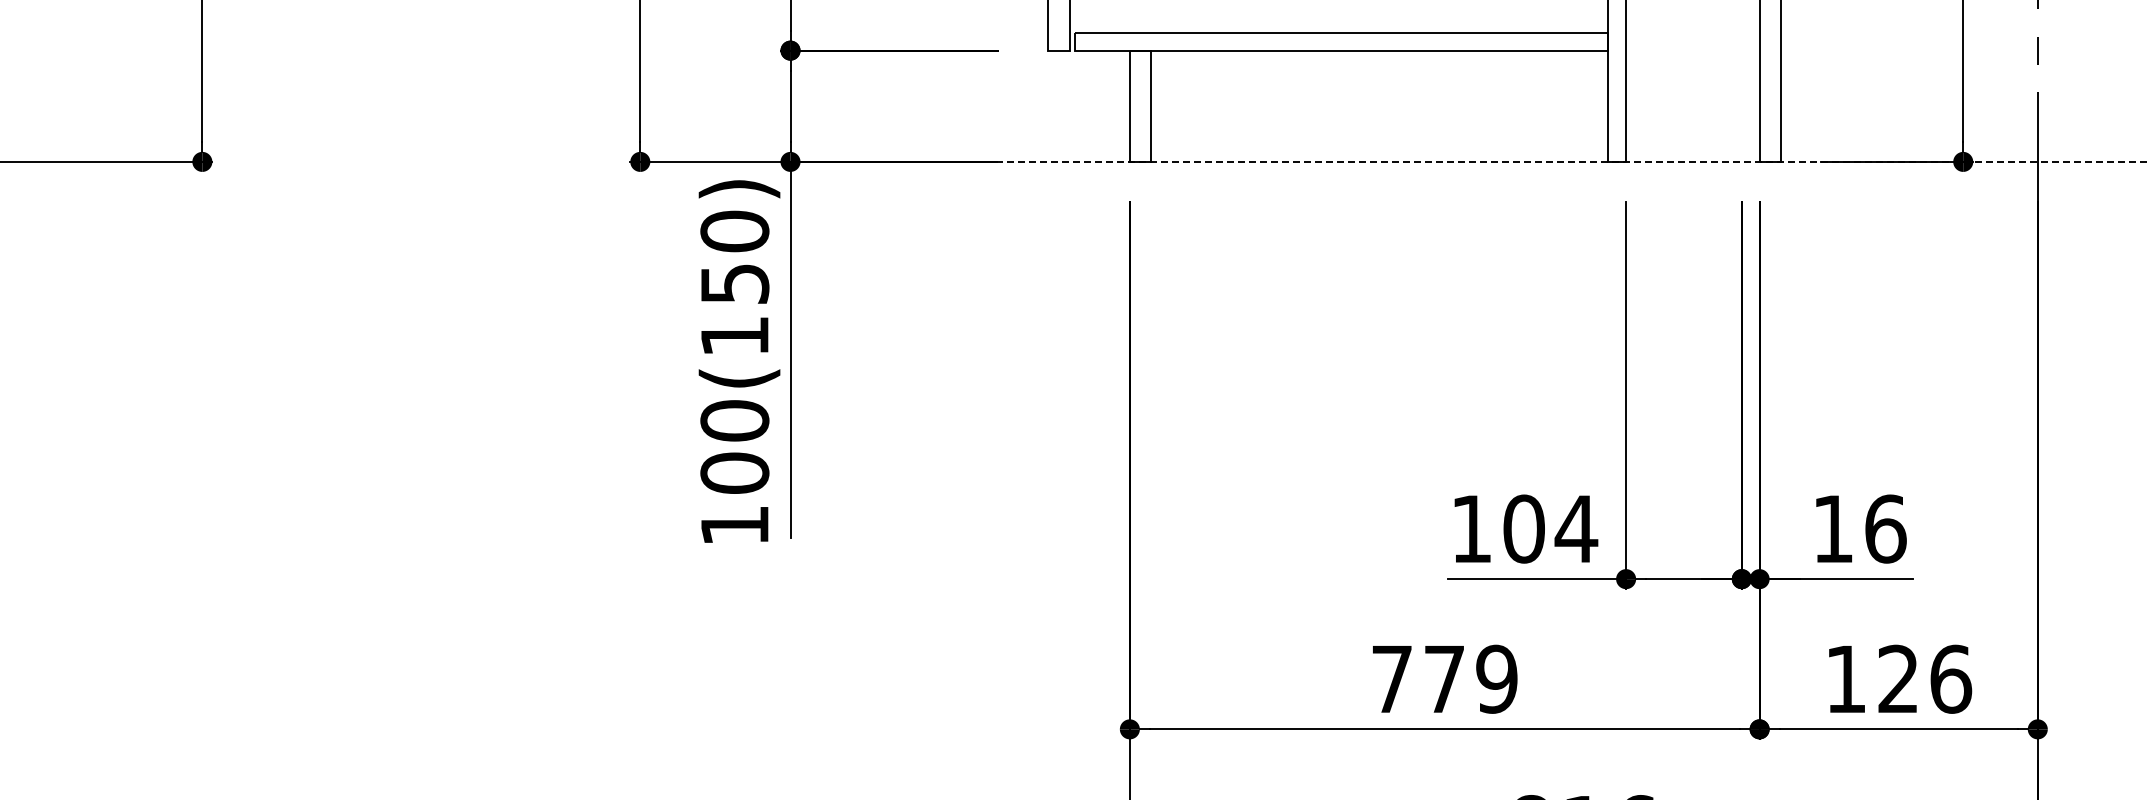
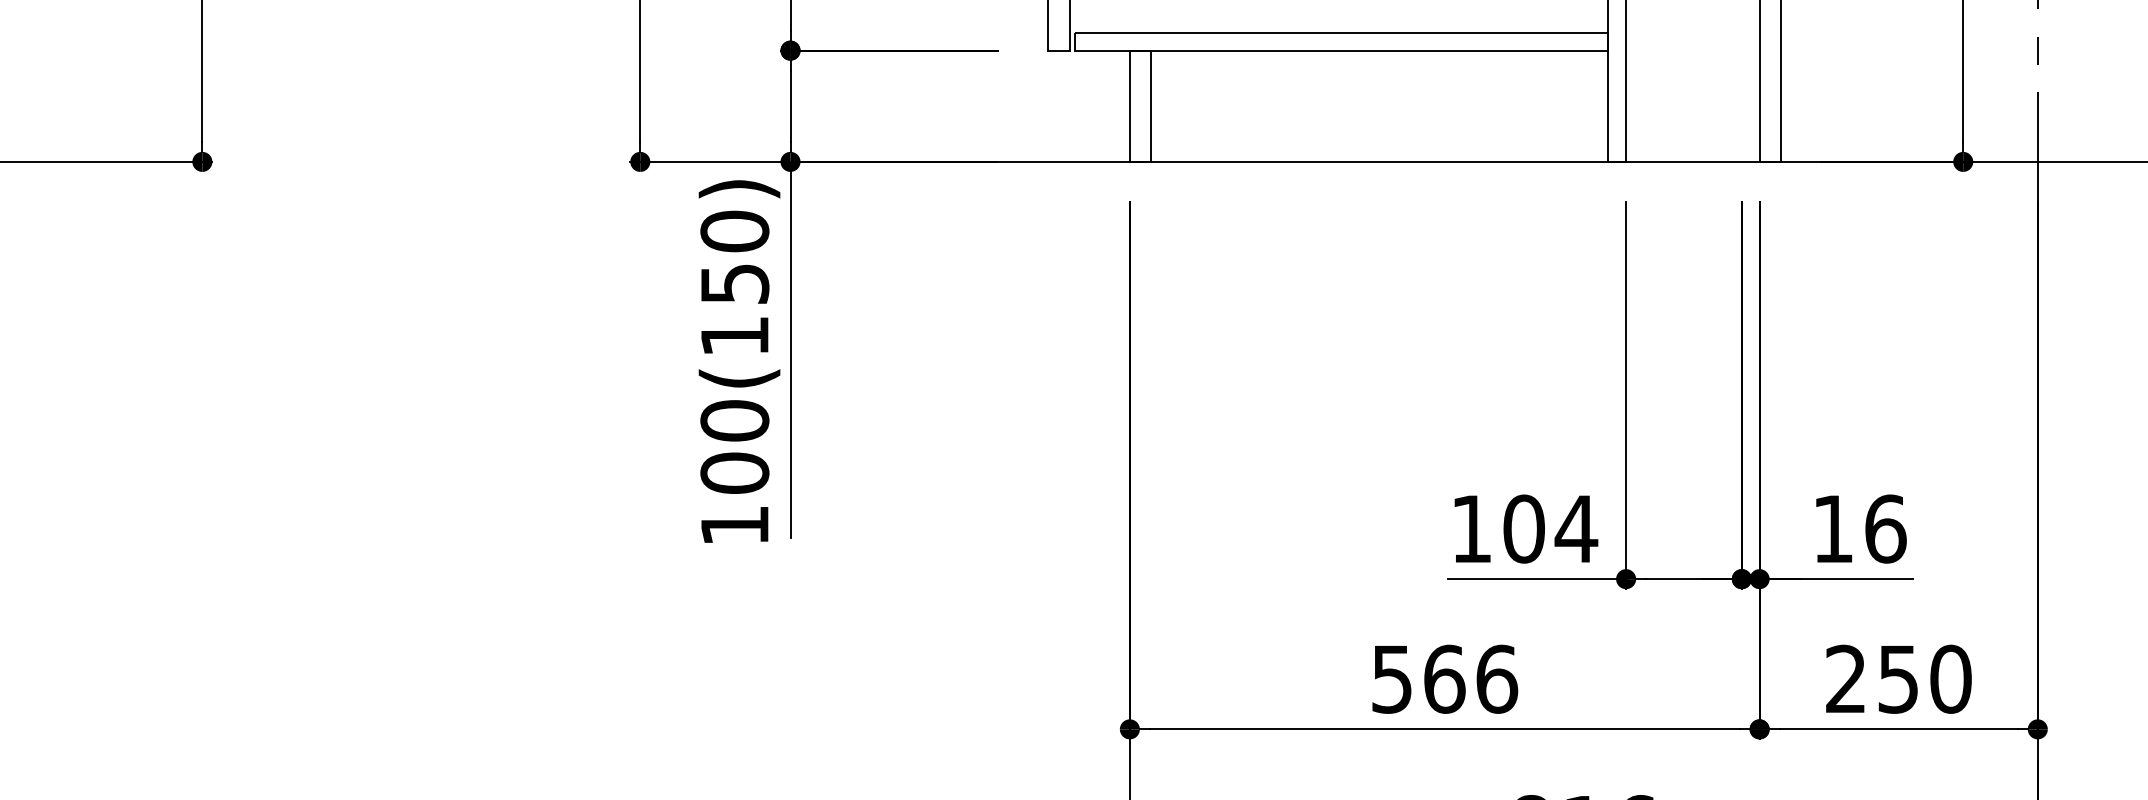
line at (1522, 161): dashed -> solid
text at (1445, 678): 779 -> 566
text at (1899, 678): 126 -> 250
